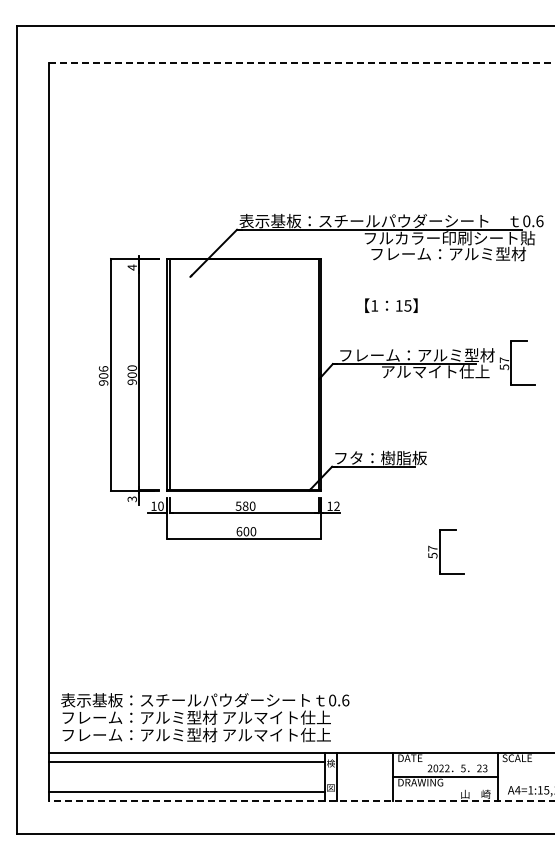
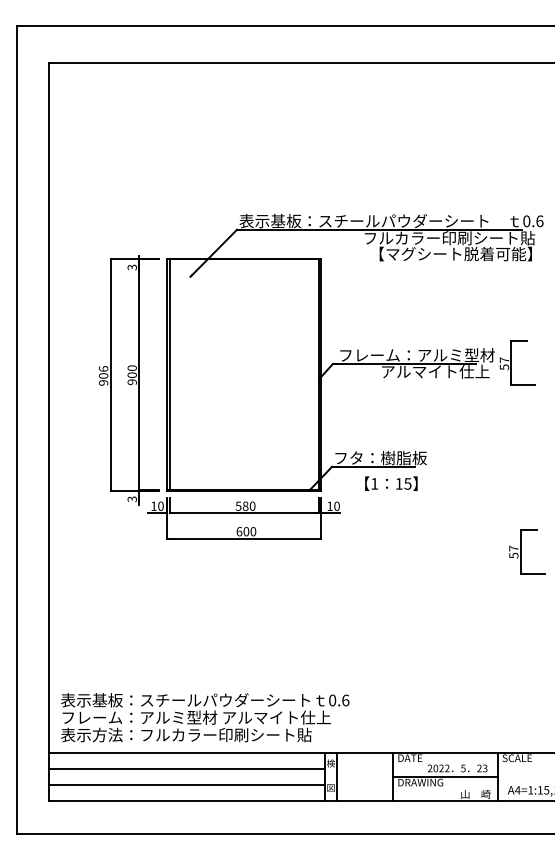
line at (301, 62): dashed -> solid
text at (451, 253): フレーム：アルミ型材 -> 【マグシート脱着可能】
text at (131, 267): 4 -> 3
text at (391, 305) position: (391, 305) -> (391, 483)
text at (336, 505): 12 -> 10
part at (446, 551) position: (446, 551) -> (527, 551)
text at (195, 734): フレーム：アルミ型材 アルマイト仕上 -> 表示方法：フルカラー印刷シート貼
line at (186, 761) position: (186, 761) -> (186, 768)
line at (186, 792) position: (186, 792) -> (186, 785)
line at (301, 801): dashed -> solid
